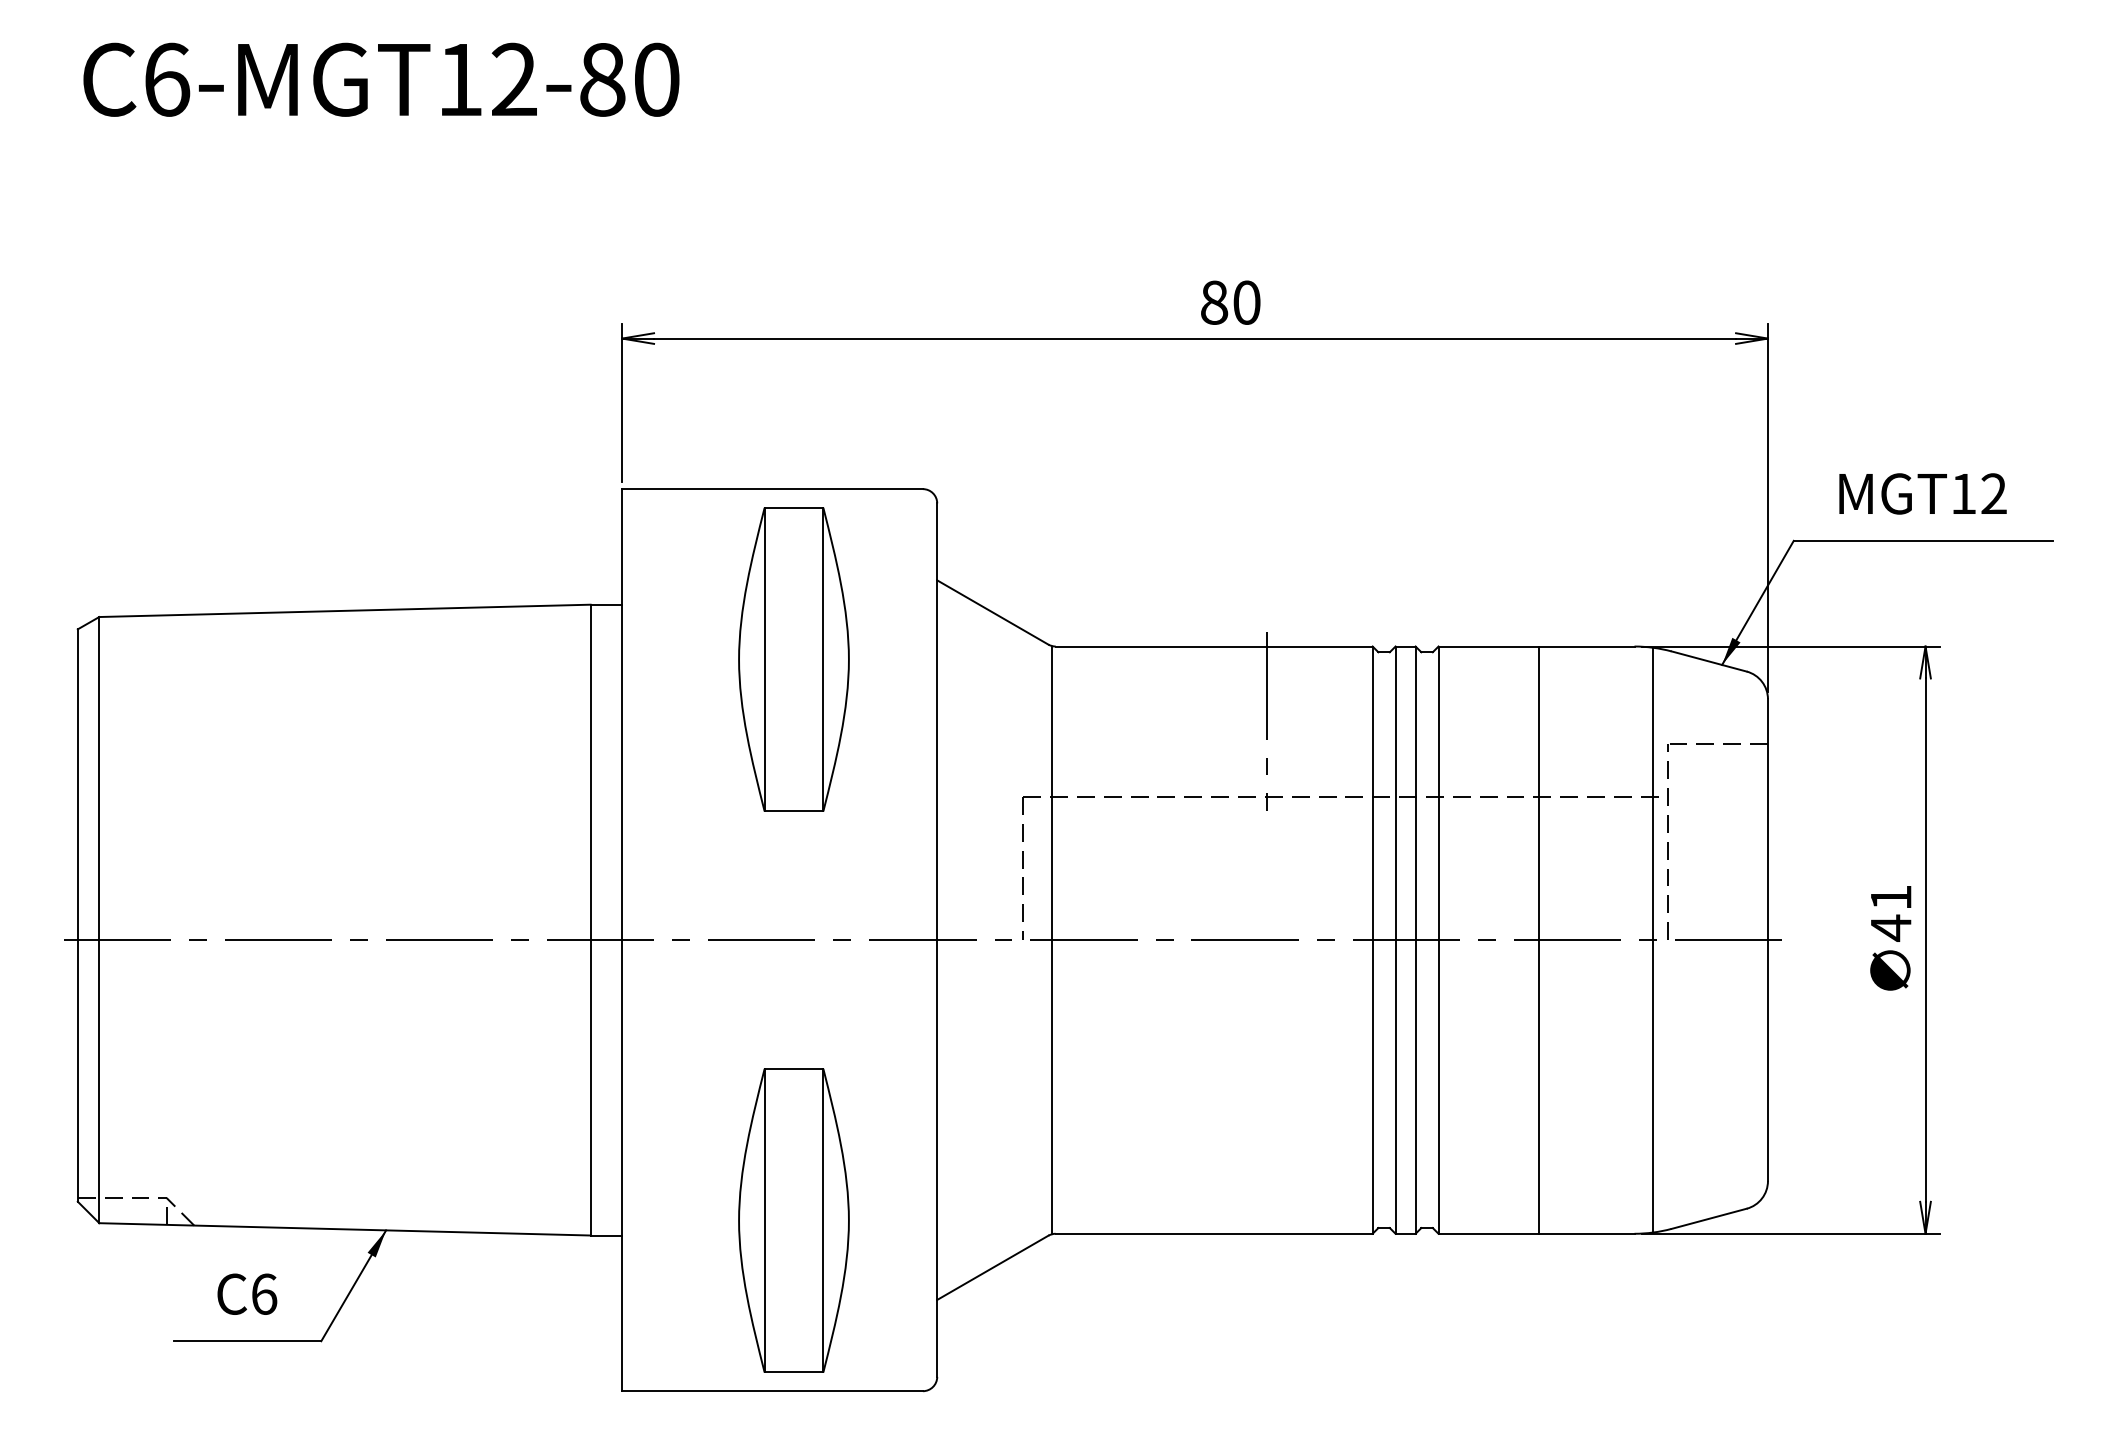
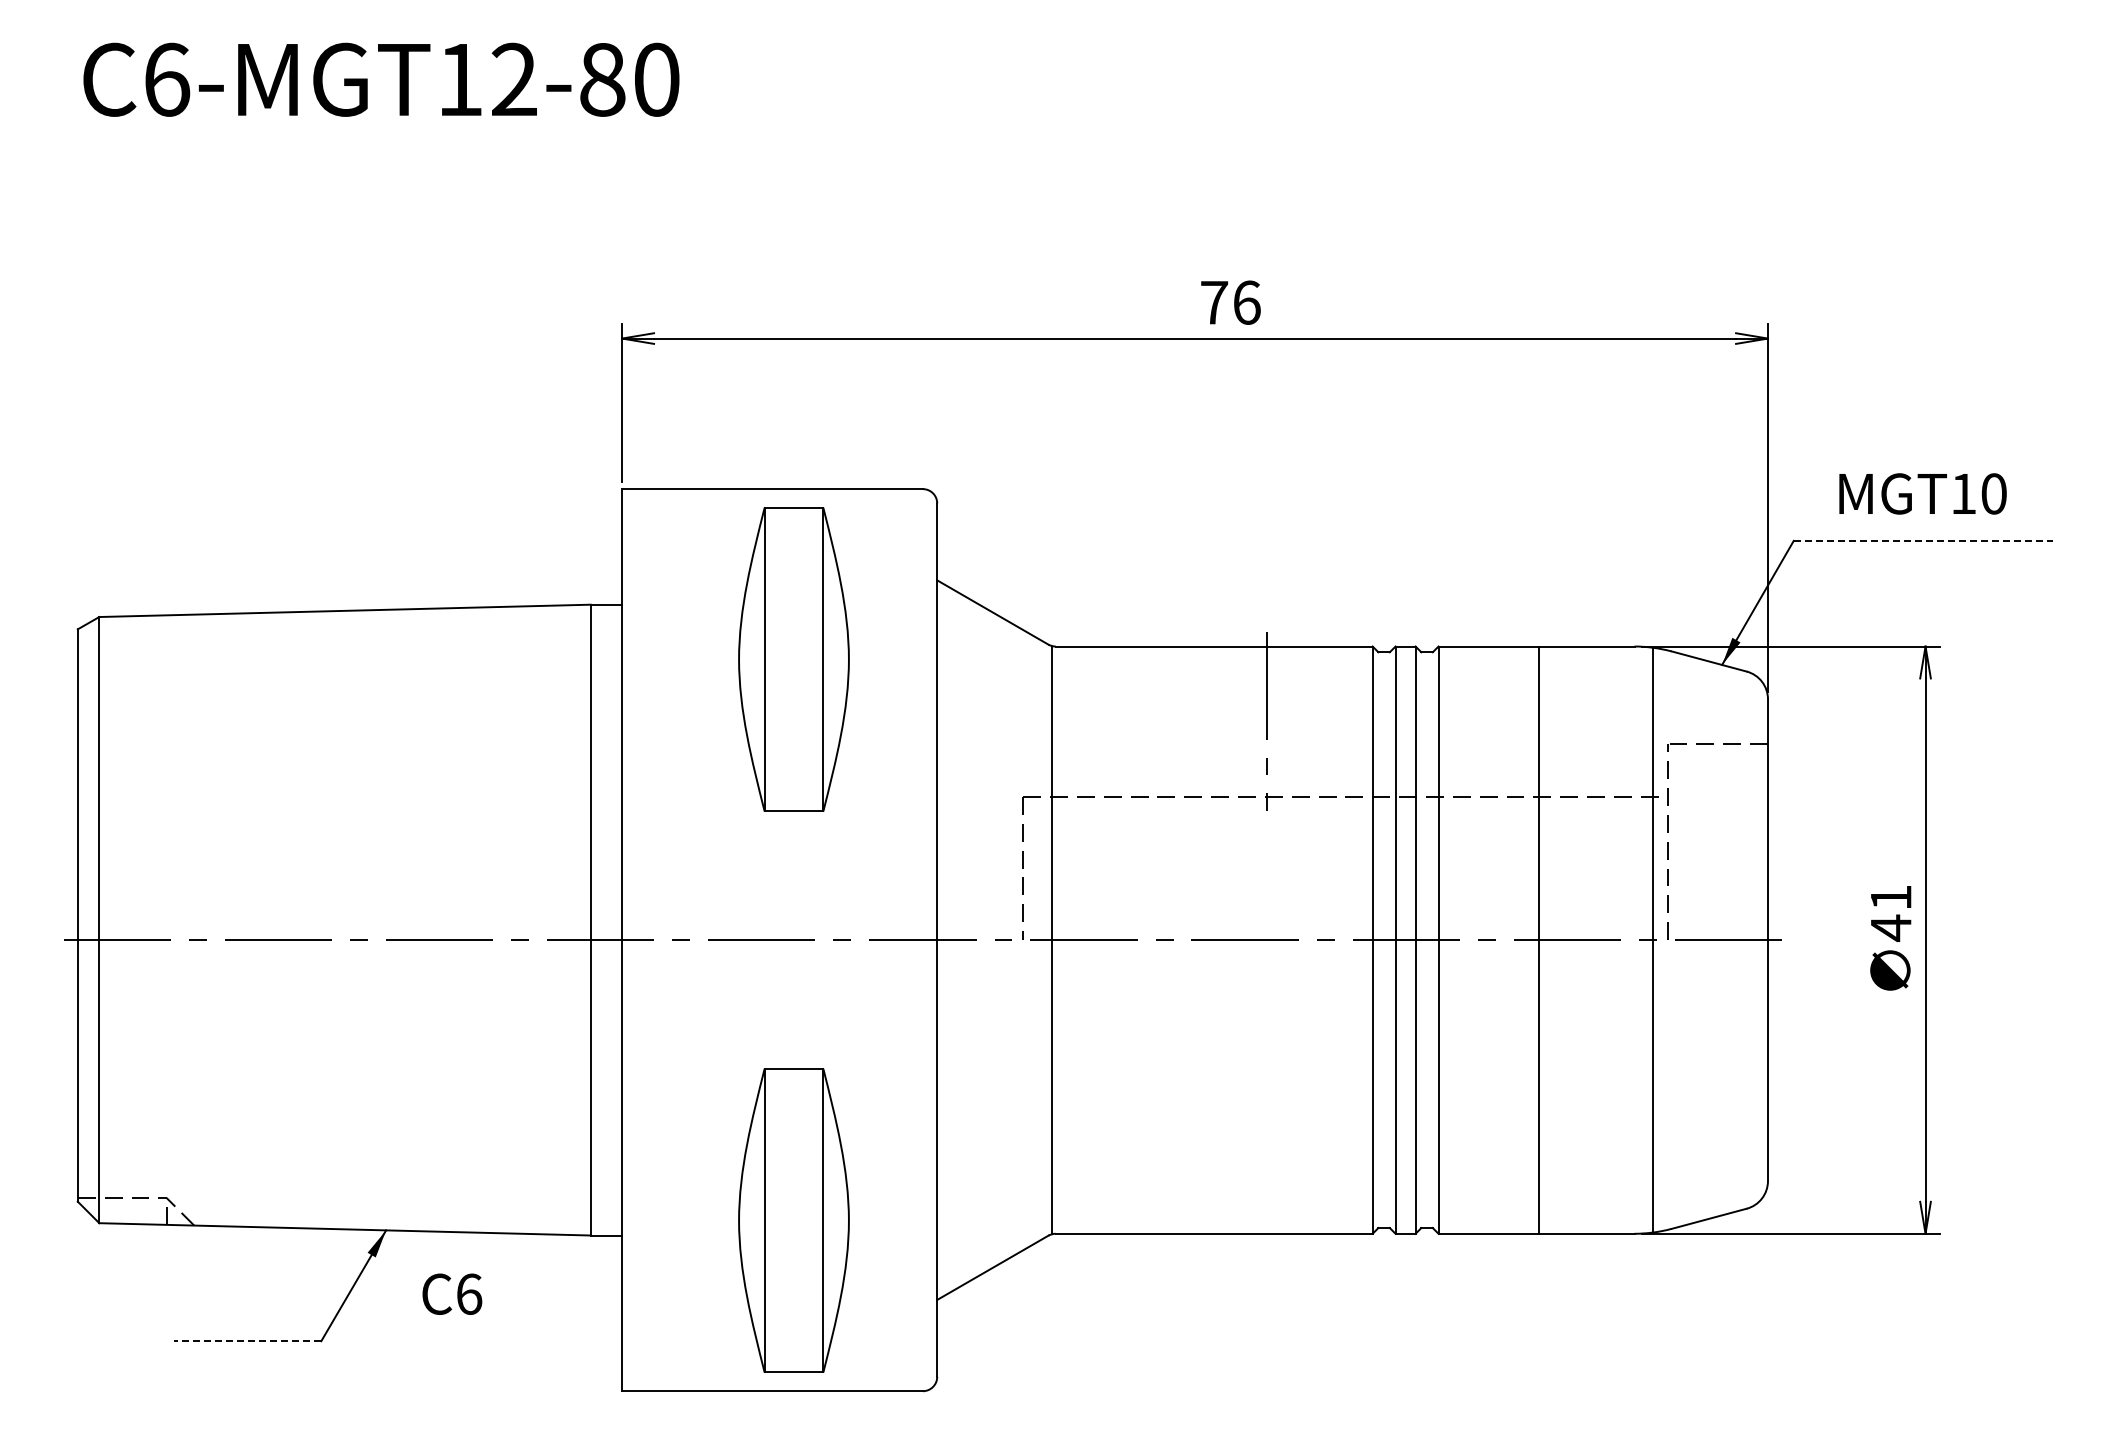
text at (1230, 302): 80 -> 76
text at (1993, 493): MGT12 -> MGT10
line at (1923, 540): solid -> dashed
text at (247, 1293) position: (247, 1293) -> (452, 1293)
line at (247, 1341): solid -> dashed
